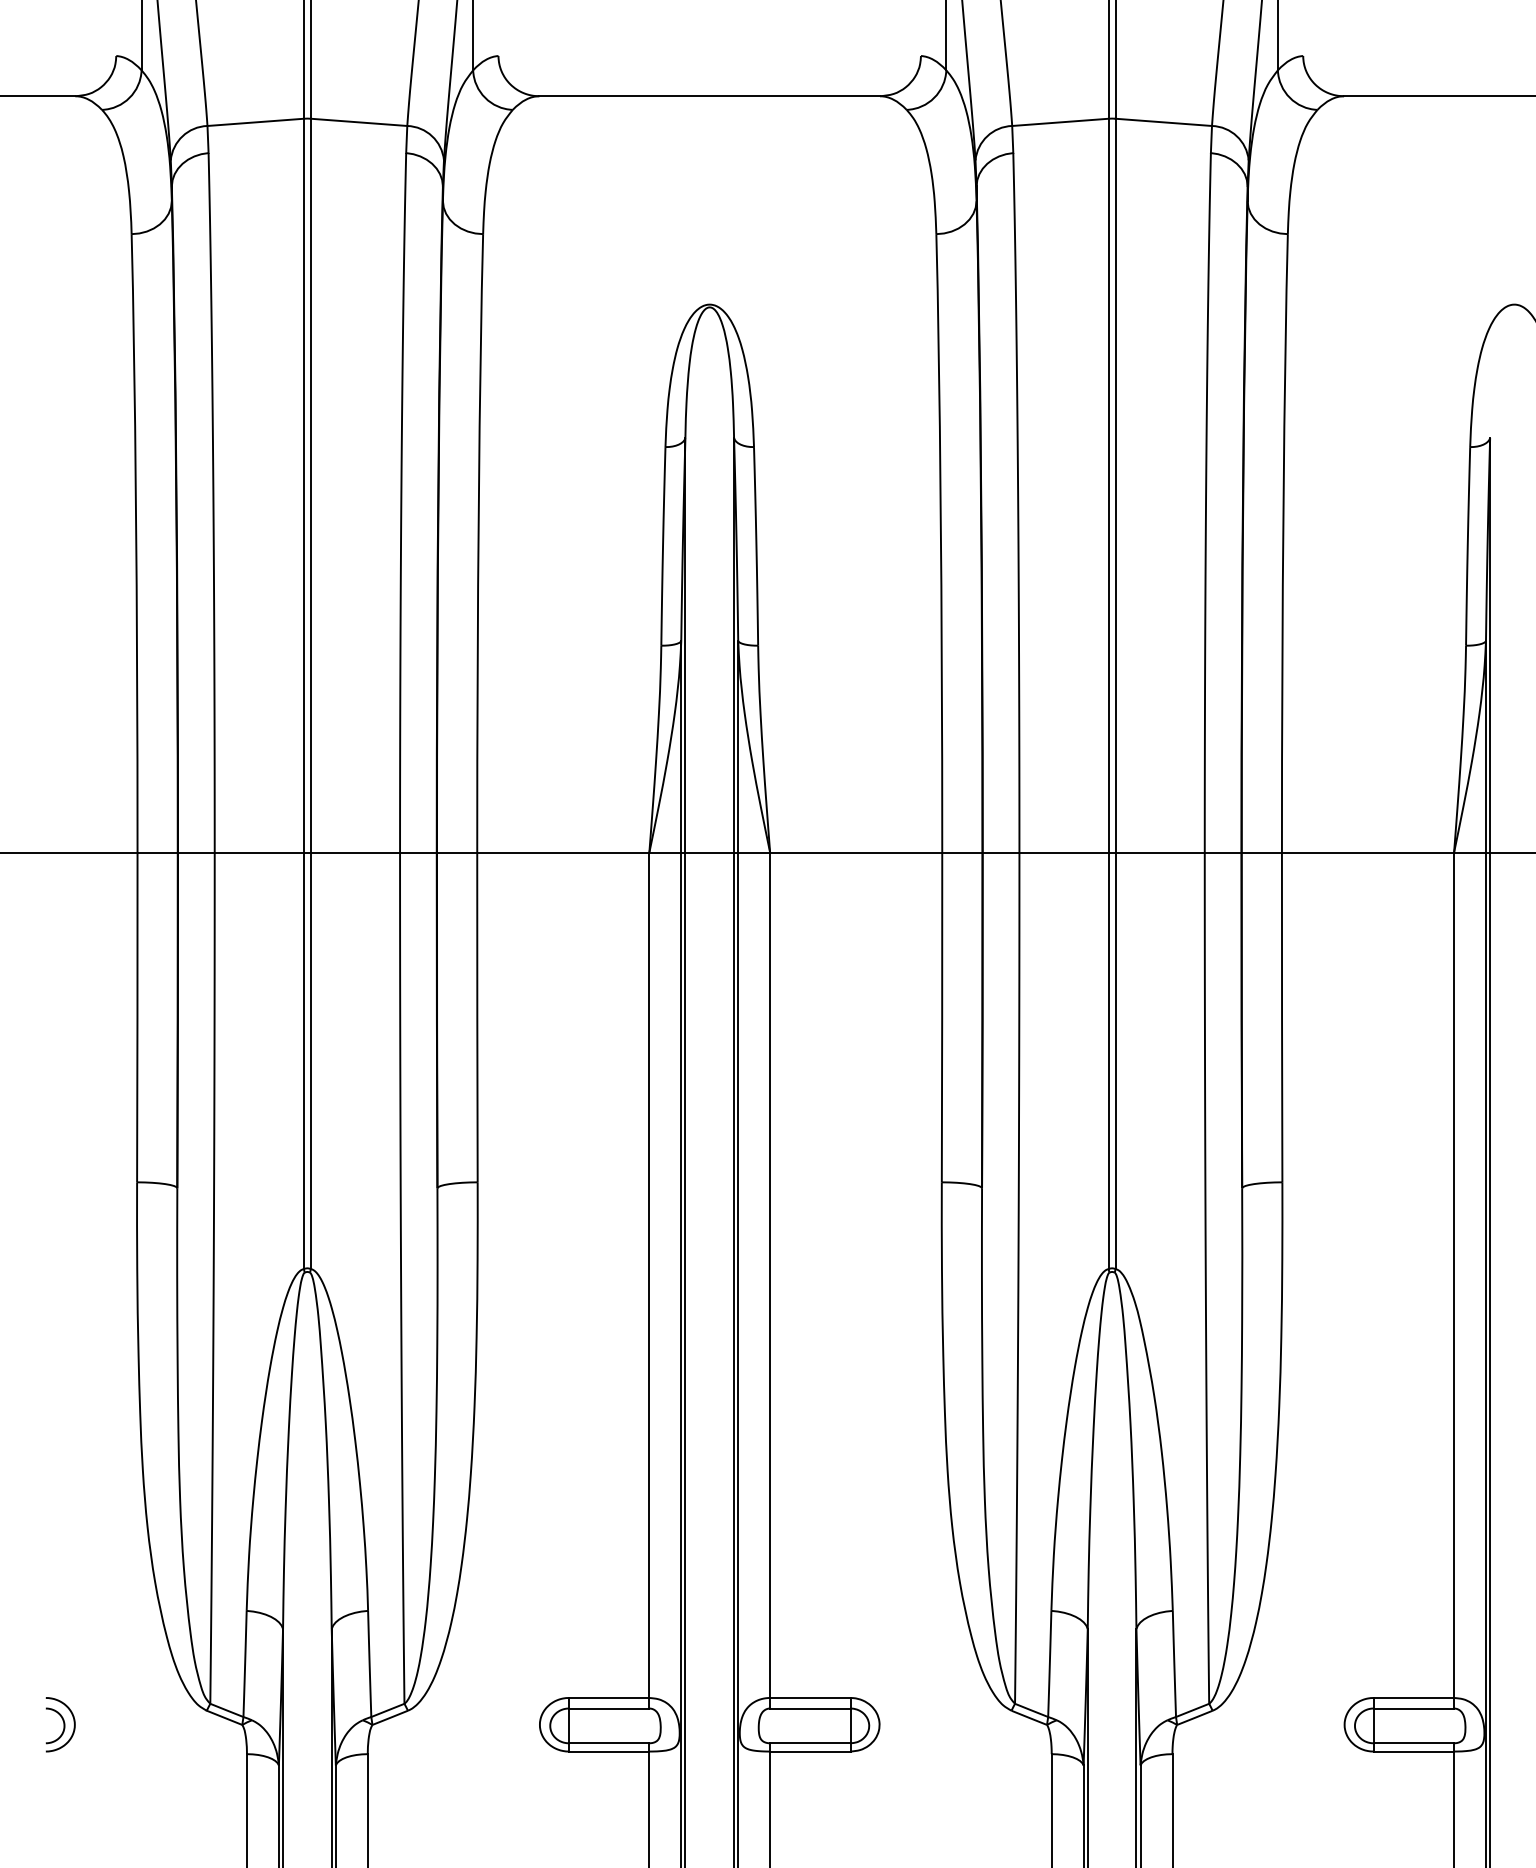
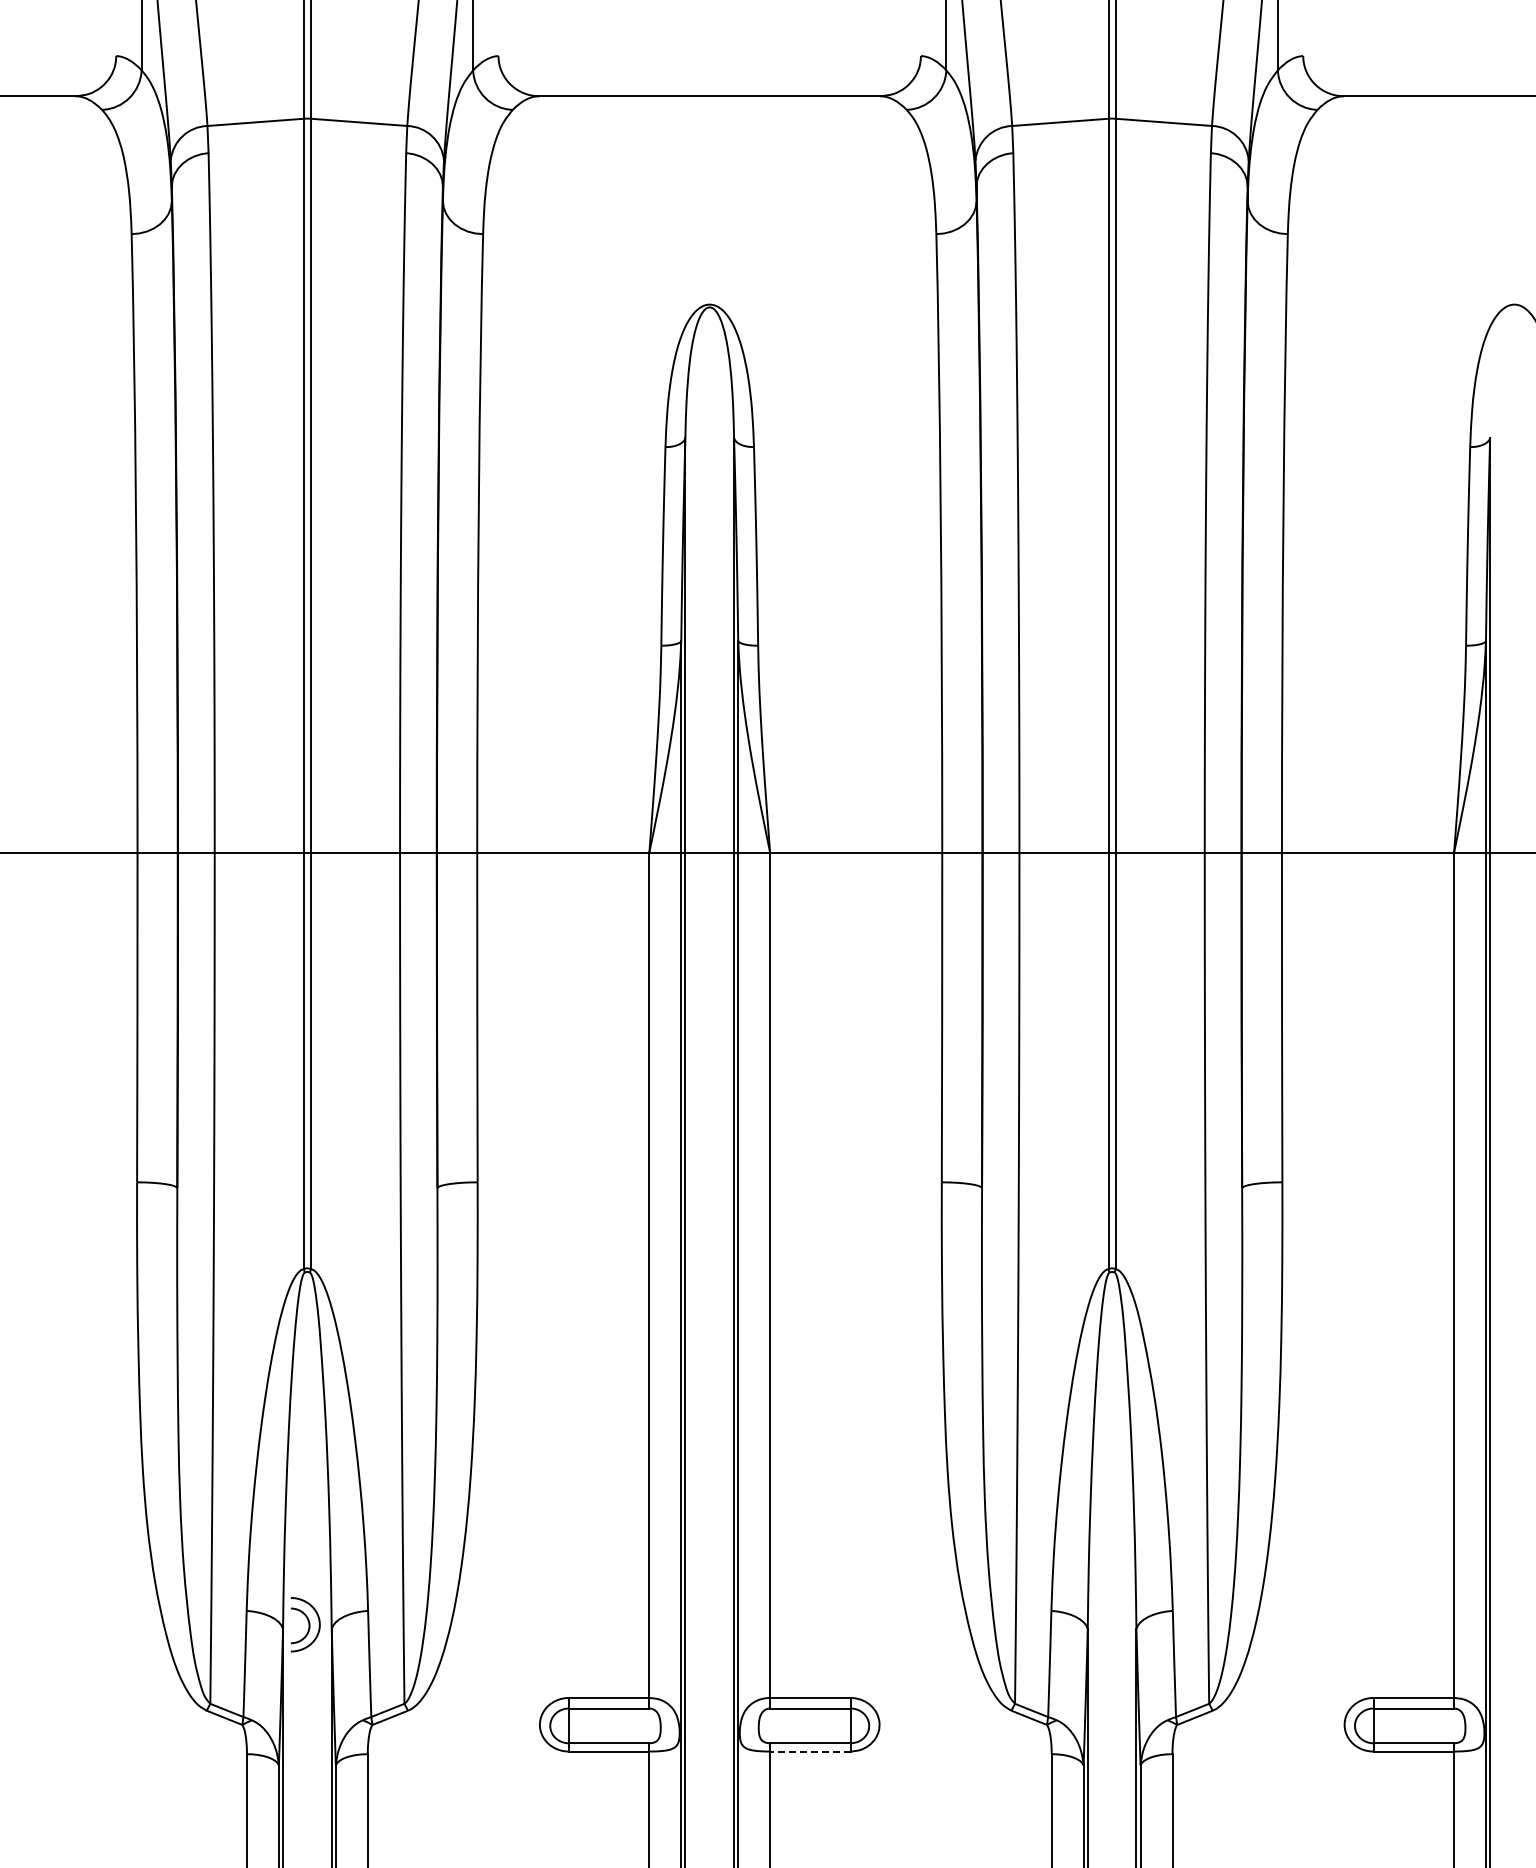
part at (60, 1724) position: (60, 1724) -> (305, 1624)
line at (809, 1751): solid -> dashed
